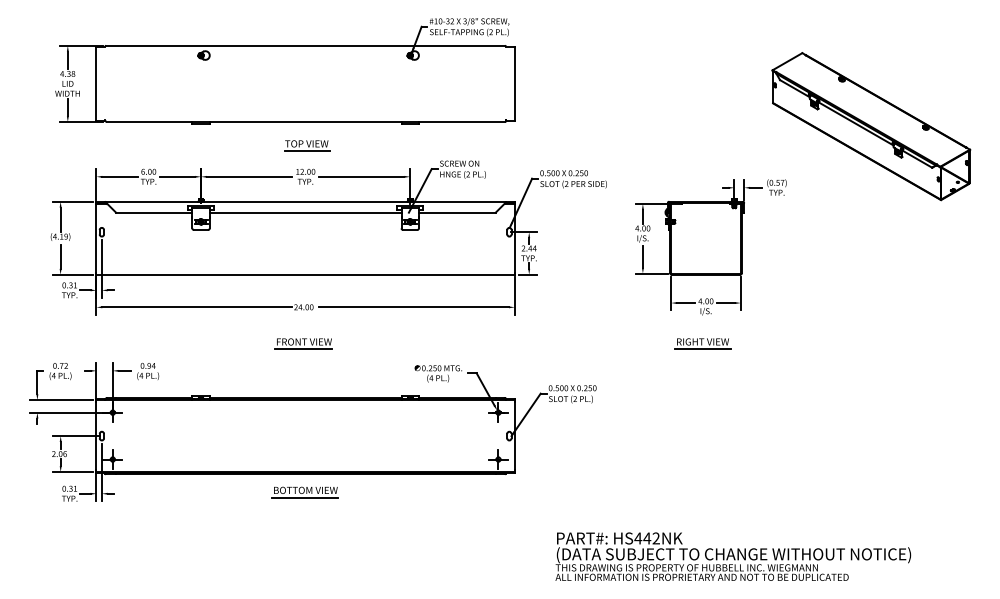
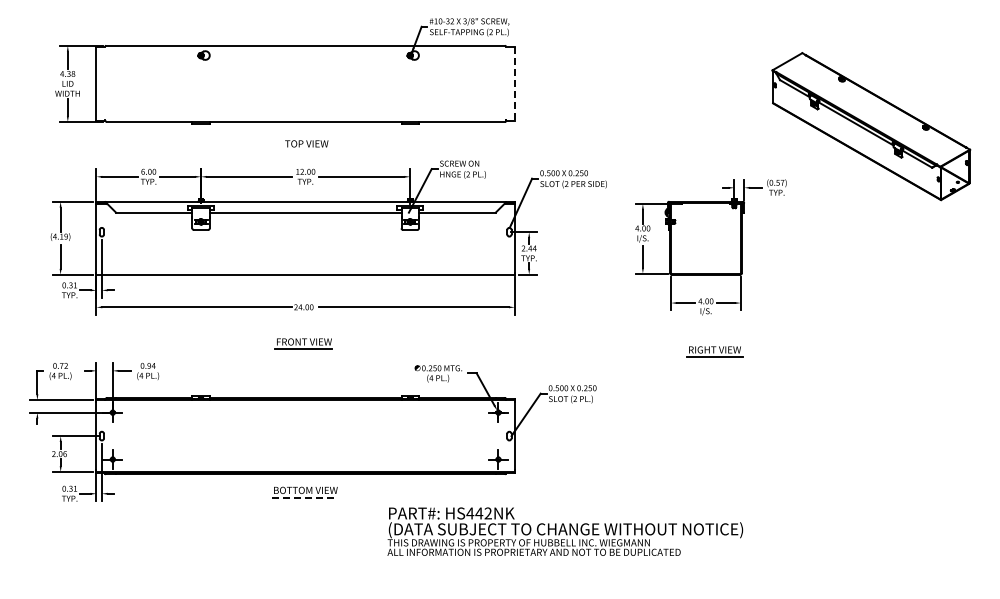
line at (514, 84): solid -> dashed
line at (306, 151): present -> none
part at (702, 343) position: (702, 343) -> (714, 351)
line at (305, 497): solid -> dashed
text at (733, 556) position: (733, 556) -> (565, 531)
